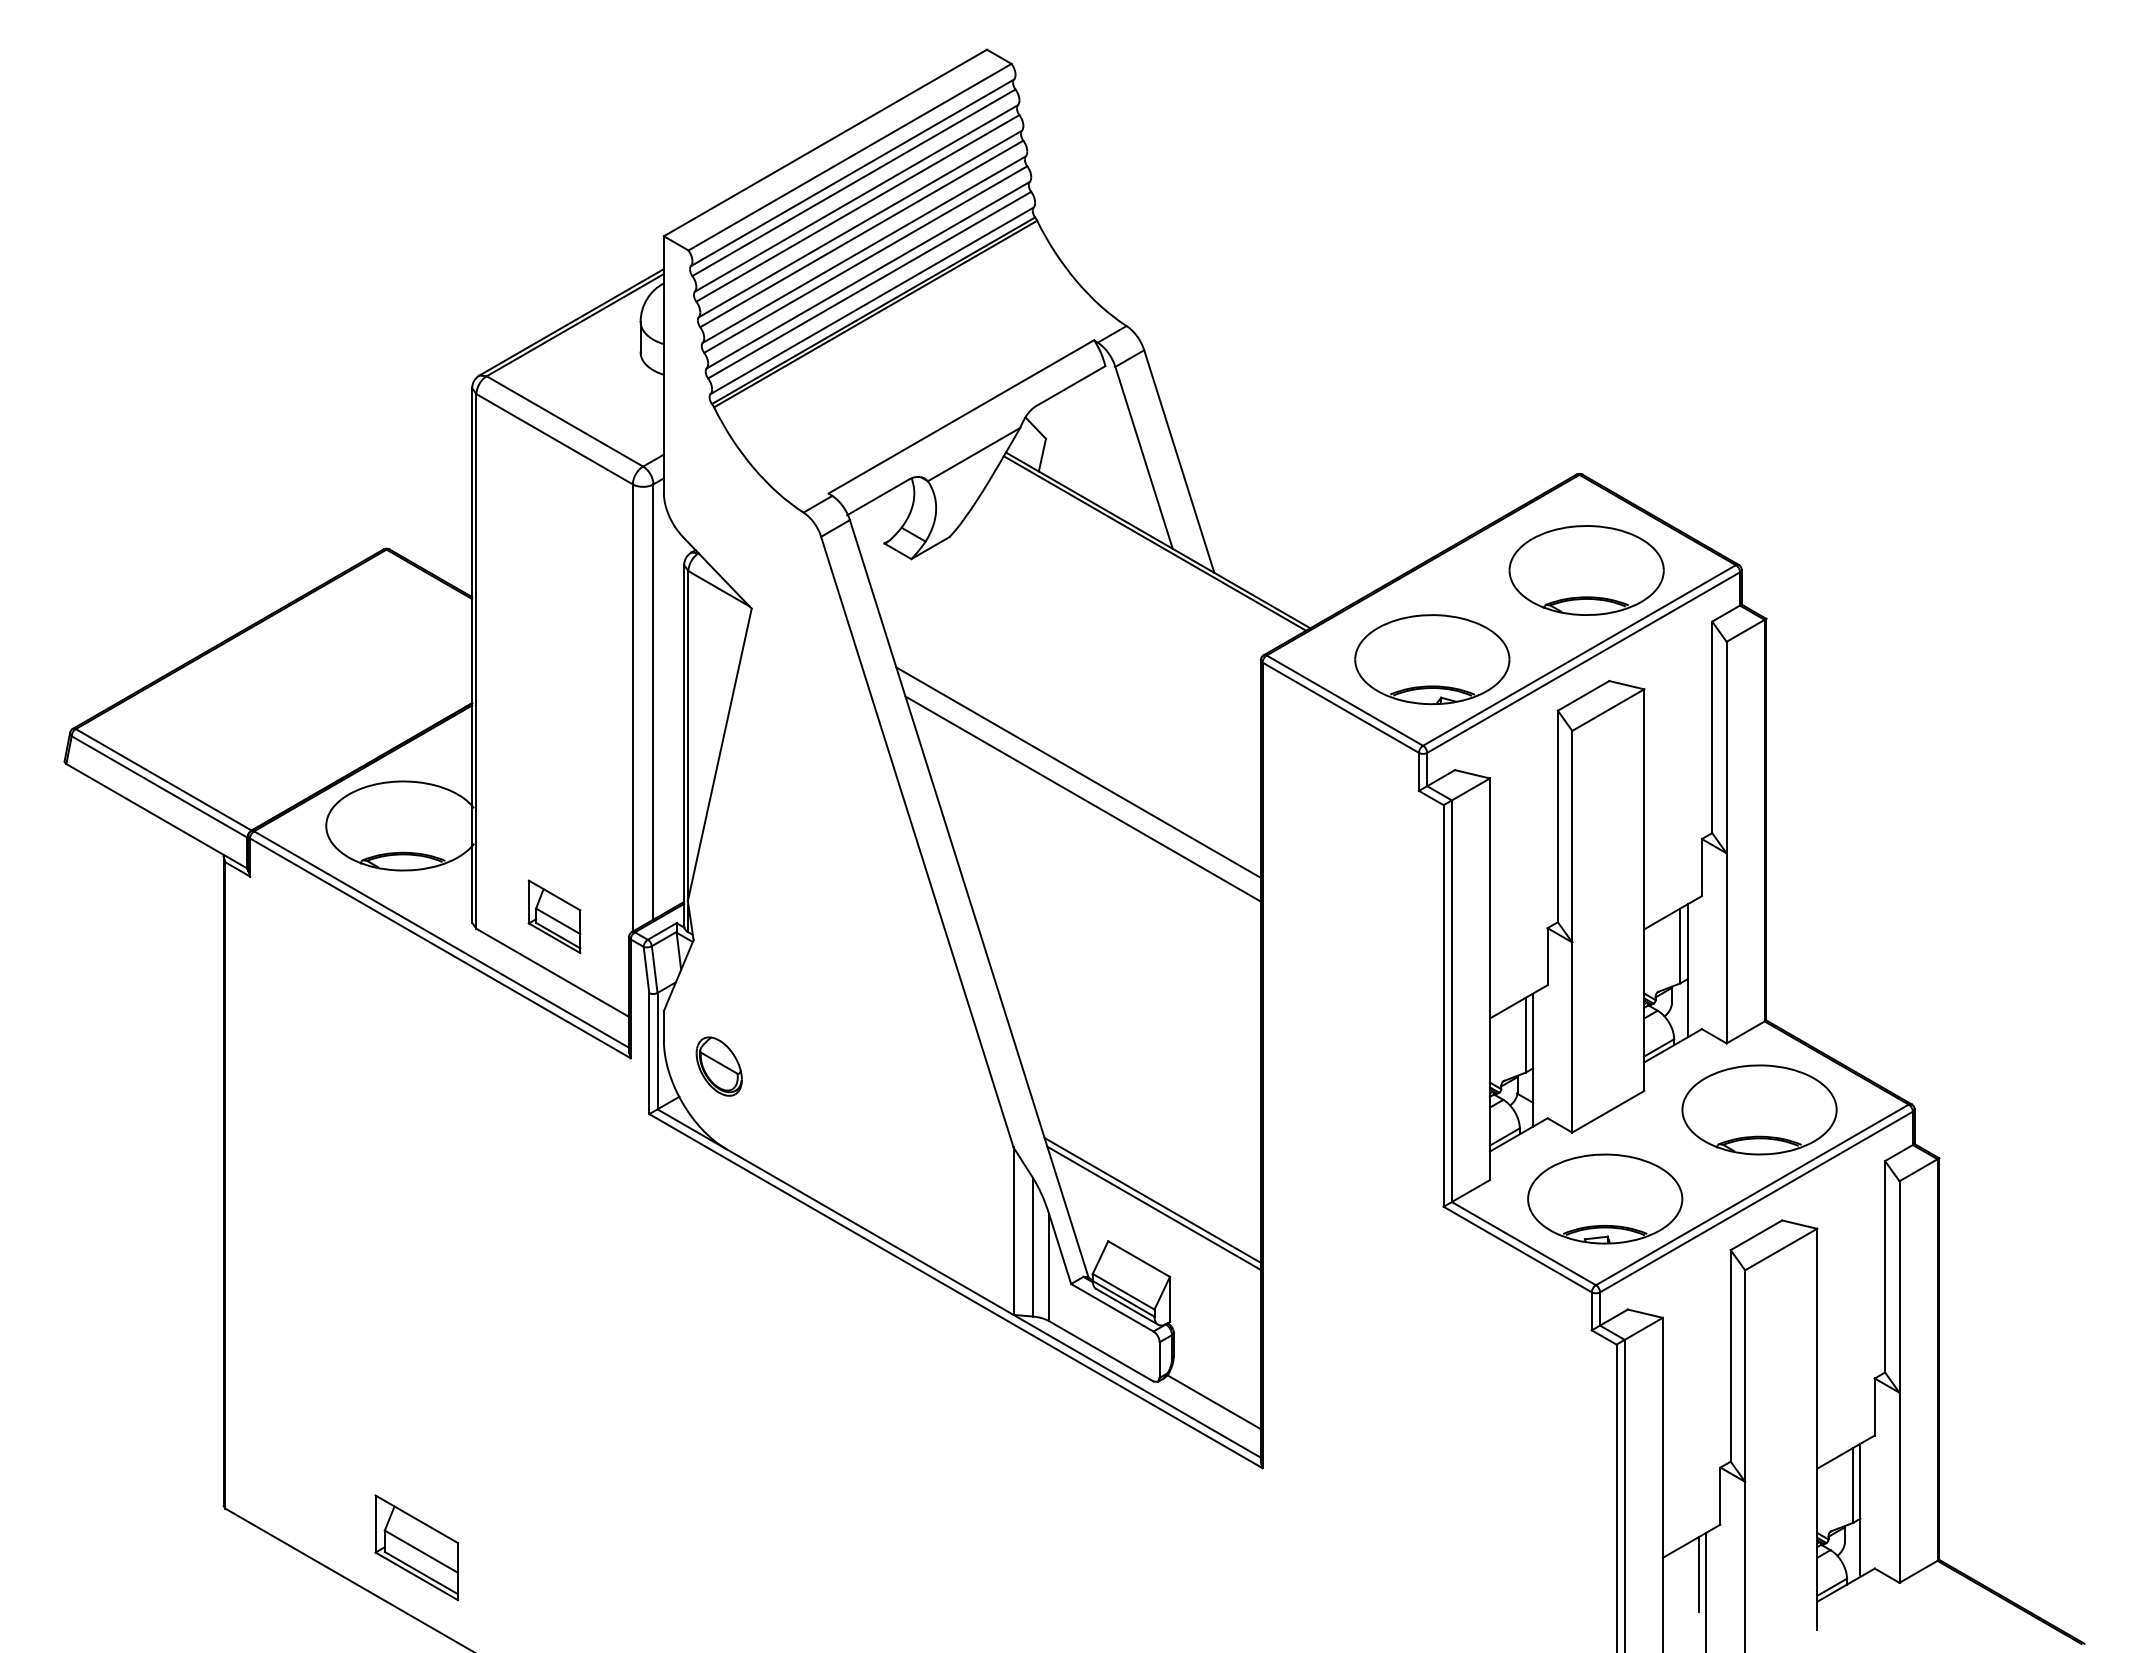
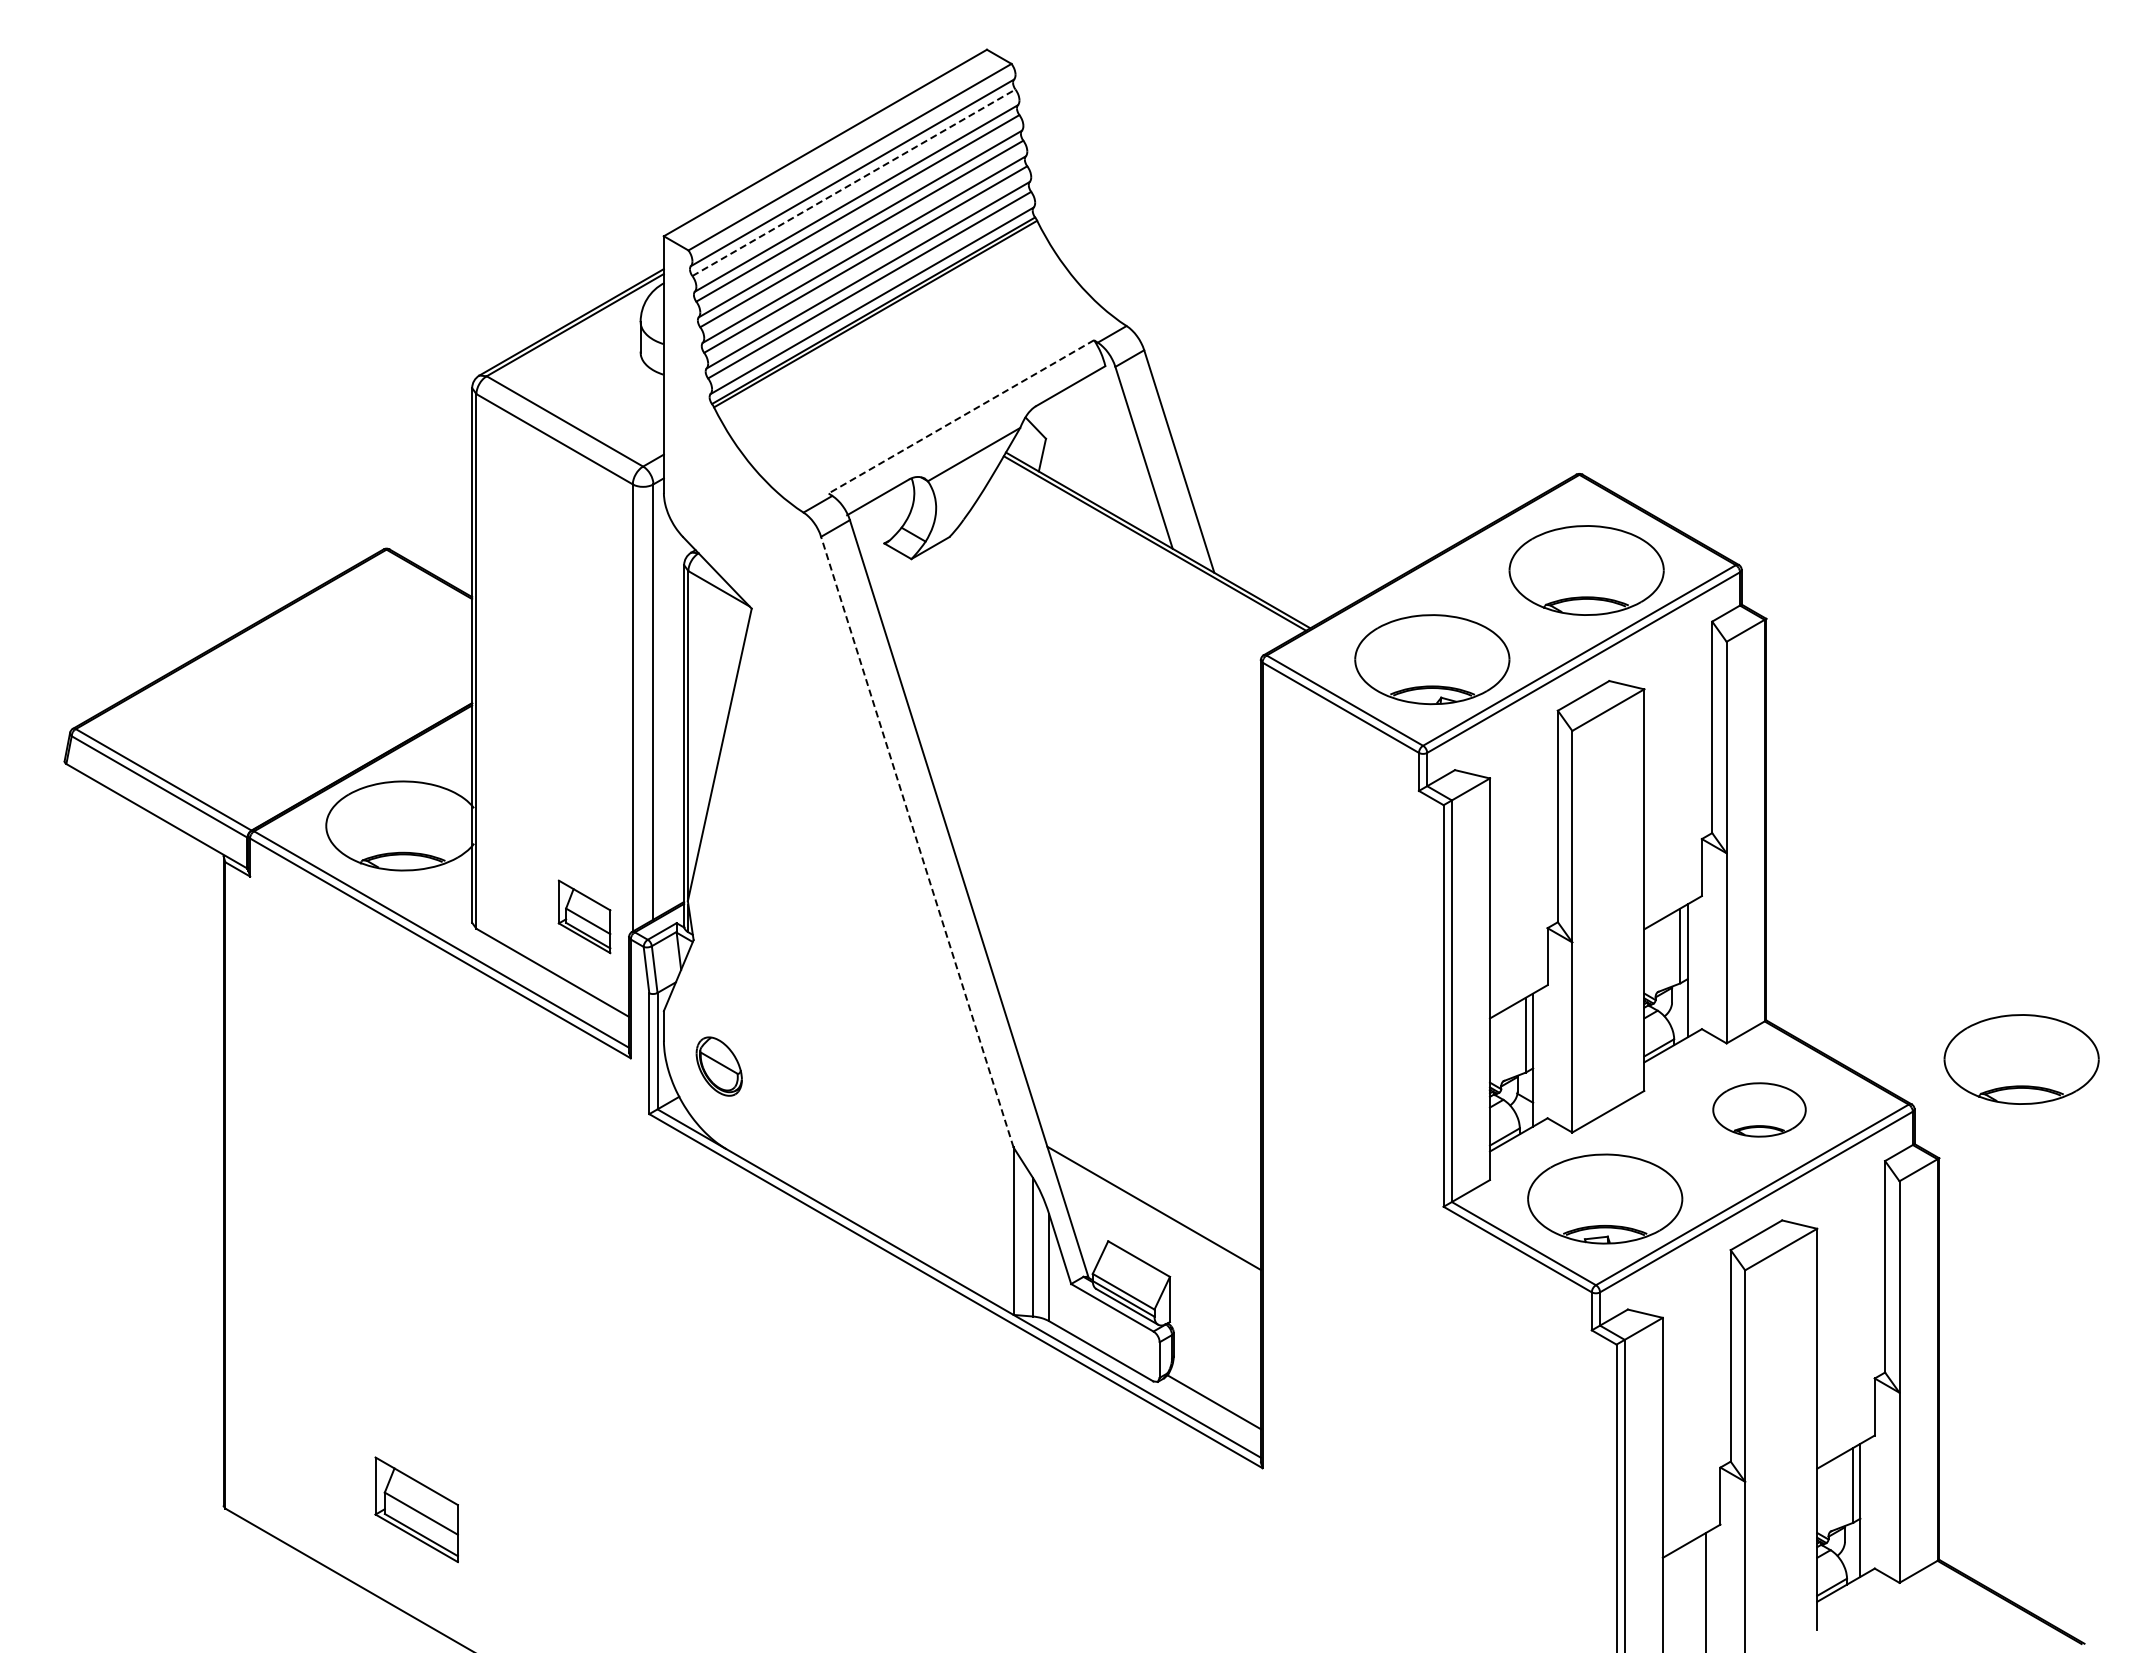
line at (853, 182): solid -> dashed
line at (960, 417): solid -> dashed
line at (1078, 772): present -> none
line at (1082, 798): present -> none
line at (917, 841): solid -> dashed
part at (554, 916) position: (554, 916) -> (584, 916)
part at (2021, 1059): none -> present
part at (1759, 1109) size: 157x92 px -> 95x56 px
line at (1152, 1200): present -> none
part at (416, 1547) position: (416, 1547) -> (416, 1509)
line at (1698, 1574): present -> none
